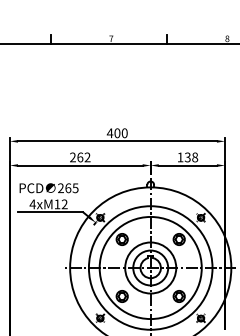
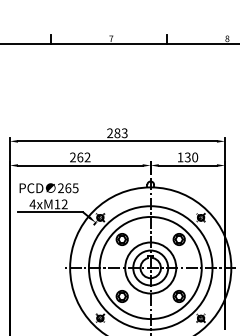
text at (116, 133): 400 -> 283
text at (195, 157): 138 -> 130
